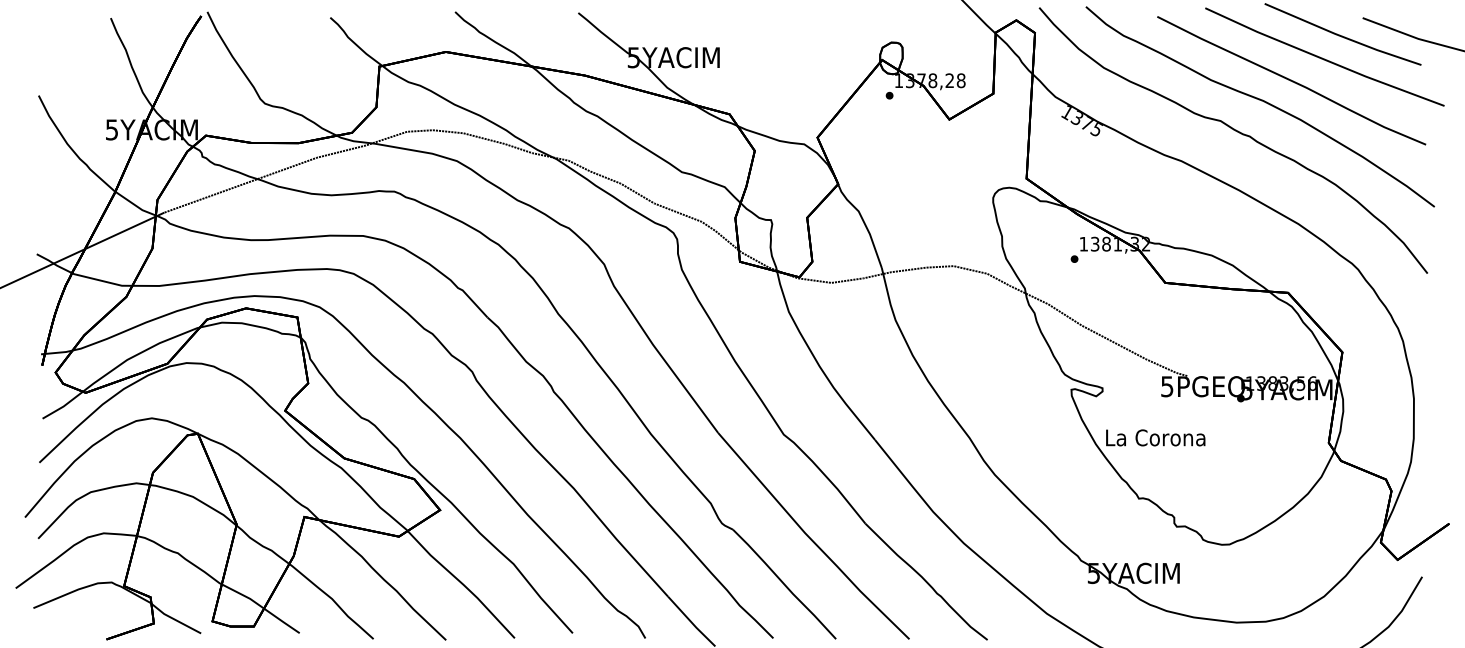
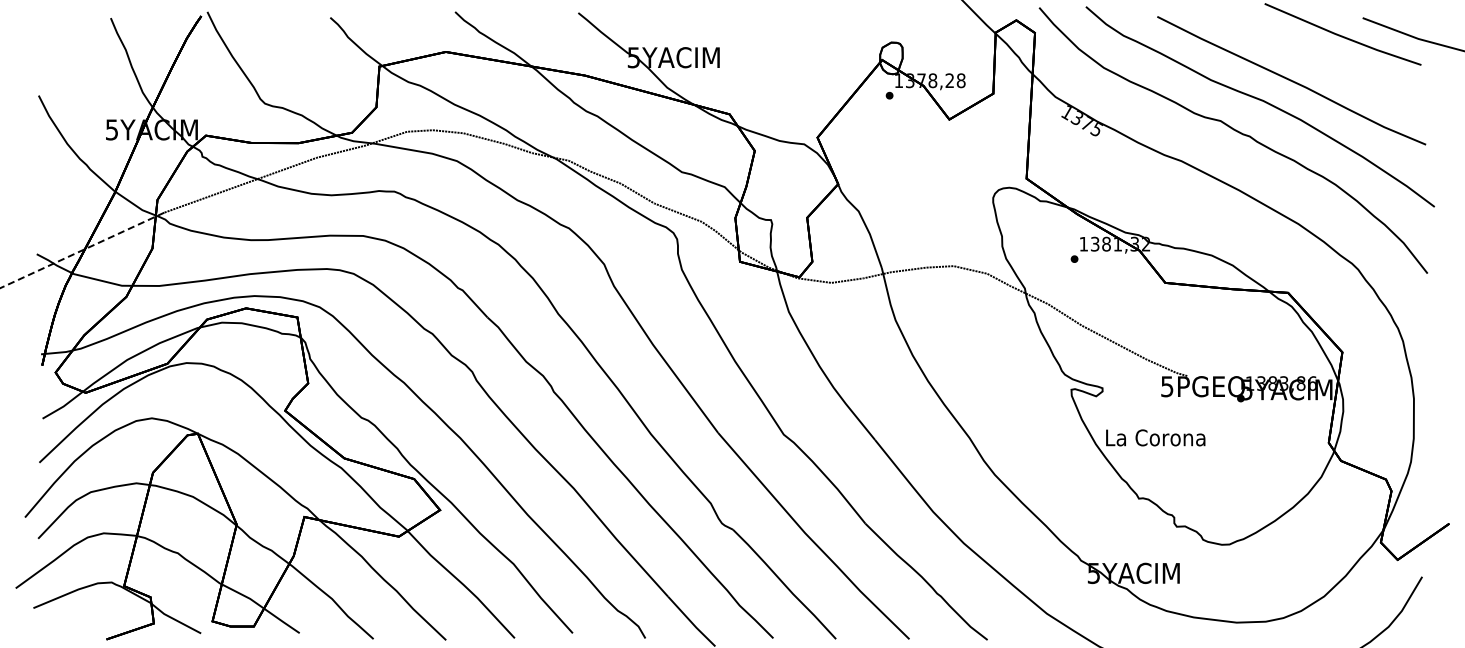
line at (1324, 58): present -> none
line at (81, 250): solid -> dashed
text at (1300, 383): 1383,56 -> 1383,86
